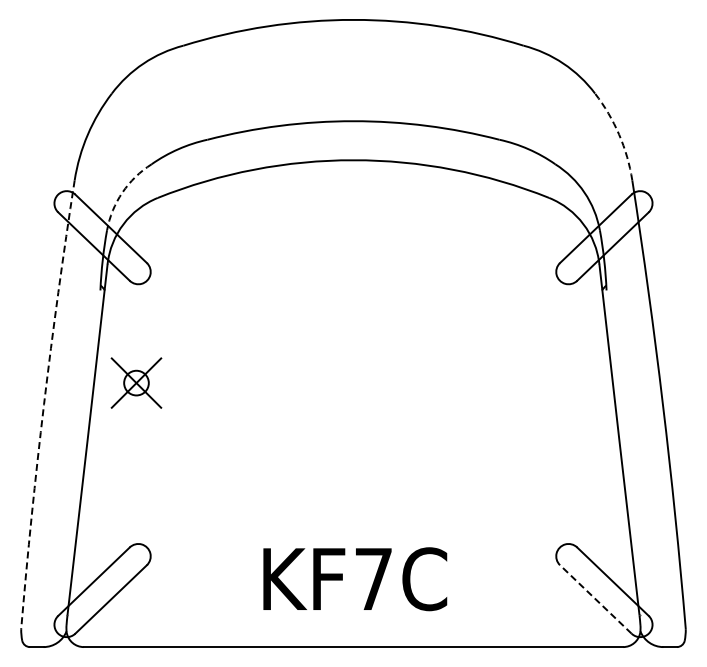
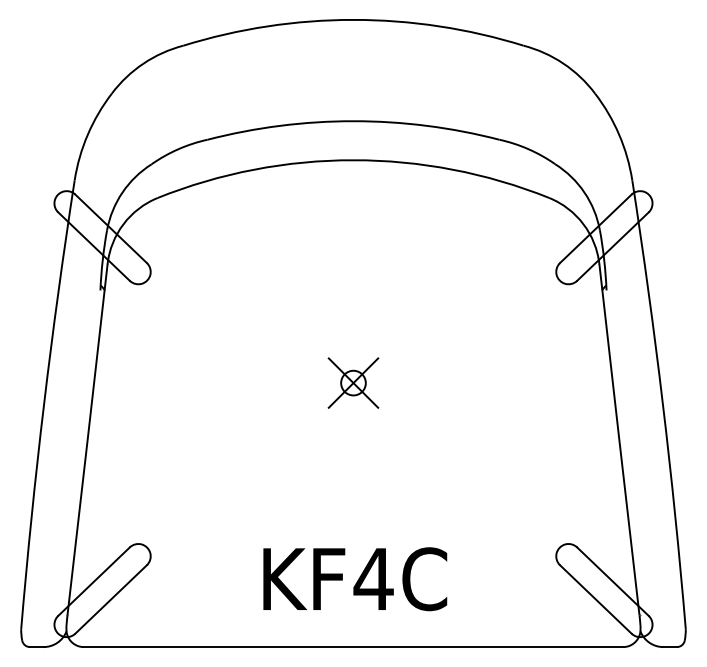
arc at (619, 134): dashed -> solid
arc at (122, 192): dashed -> solid
part at (136, 382) position: (136, 382) -> (353, 382)
arc at (44, 404): dashed -> solid
text at (373, 578): KF7C -> KF4C
line at (595, 599): dashed -> solid
